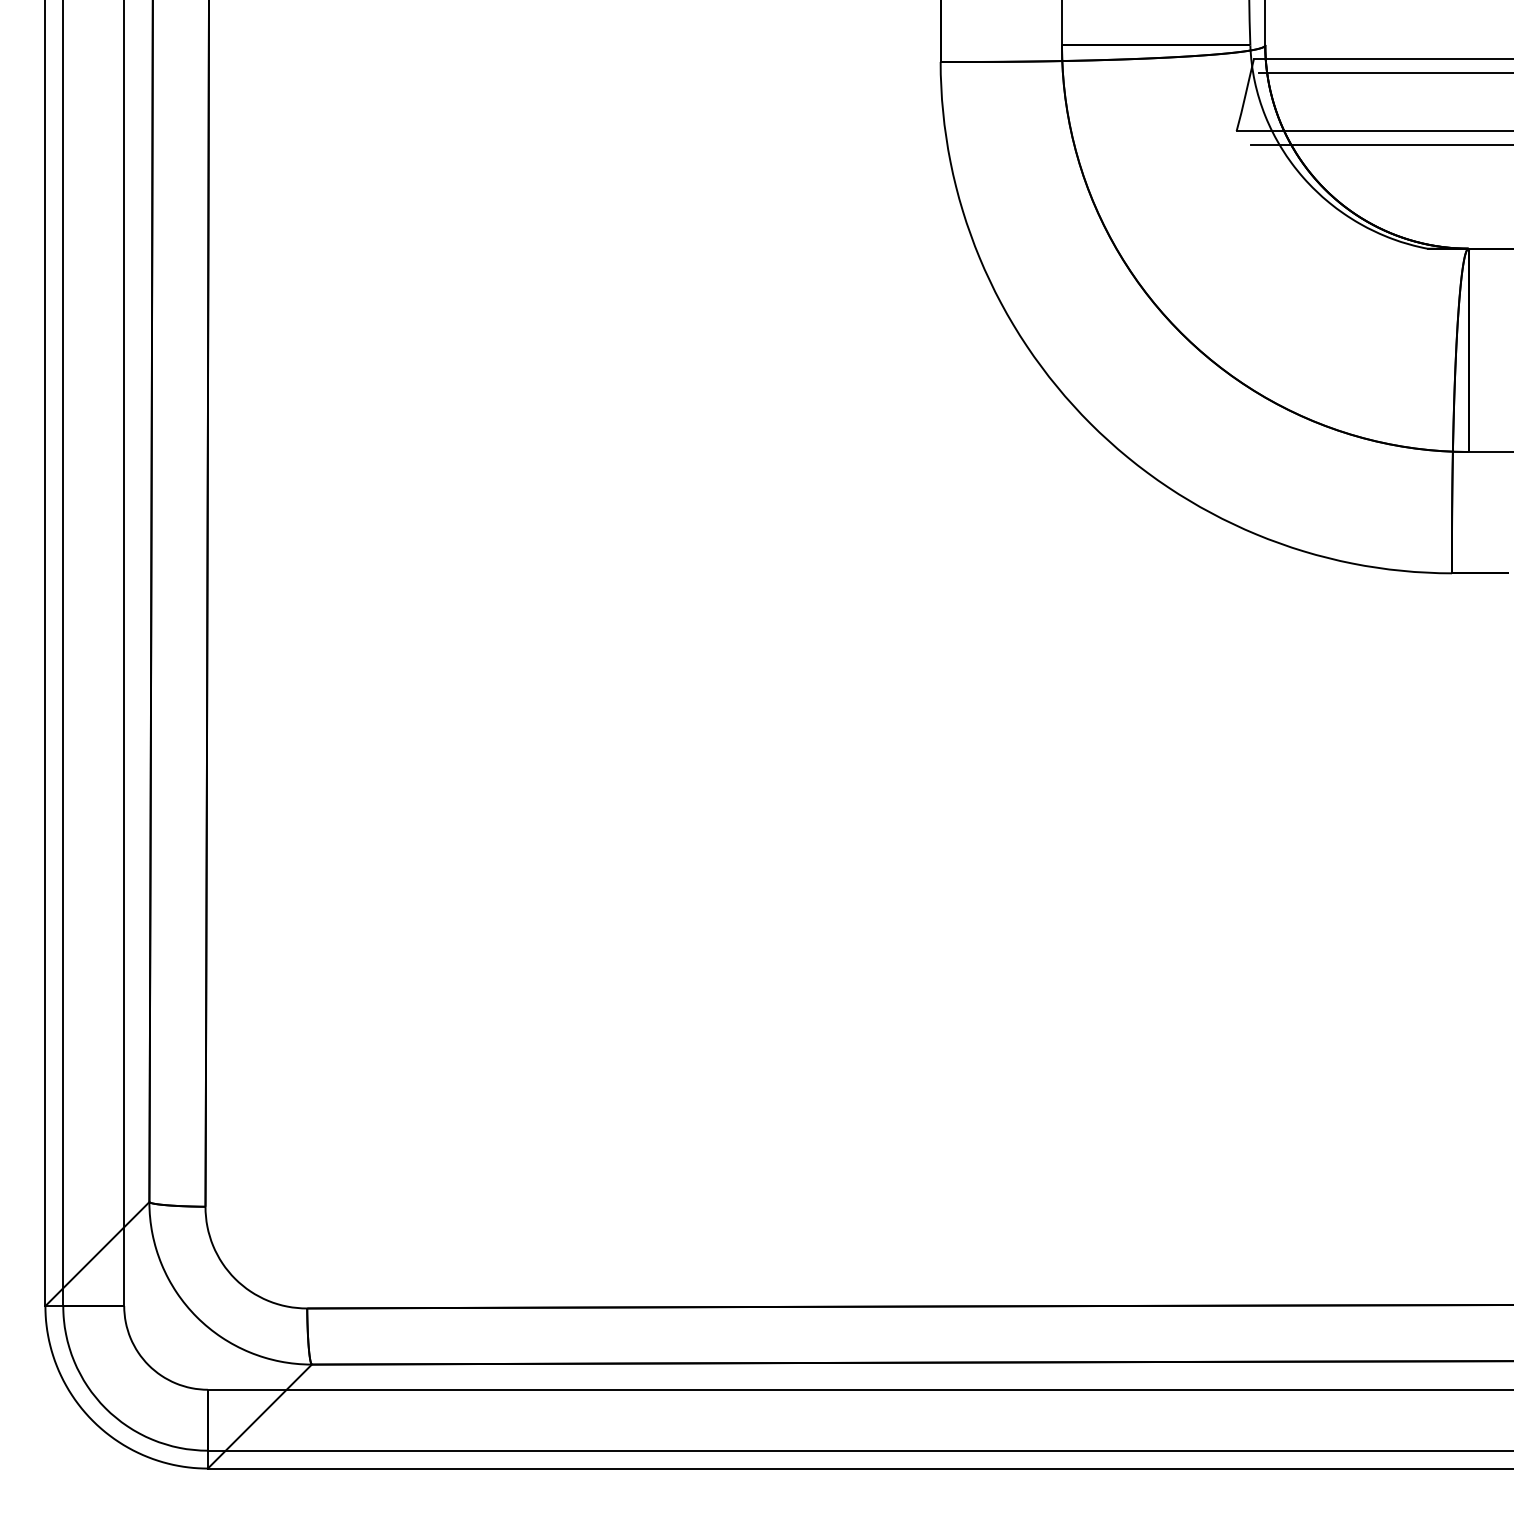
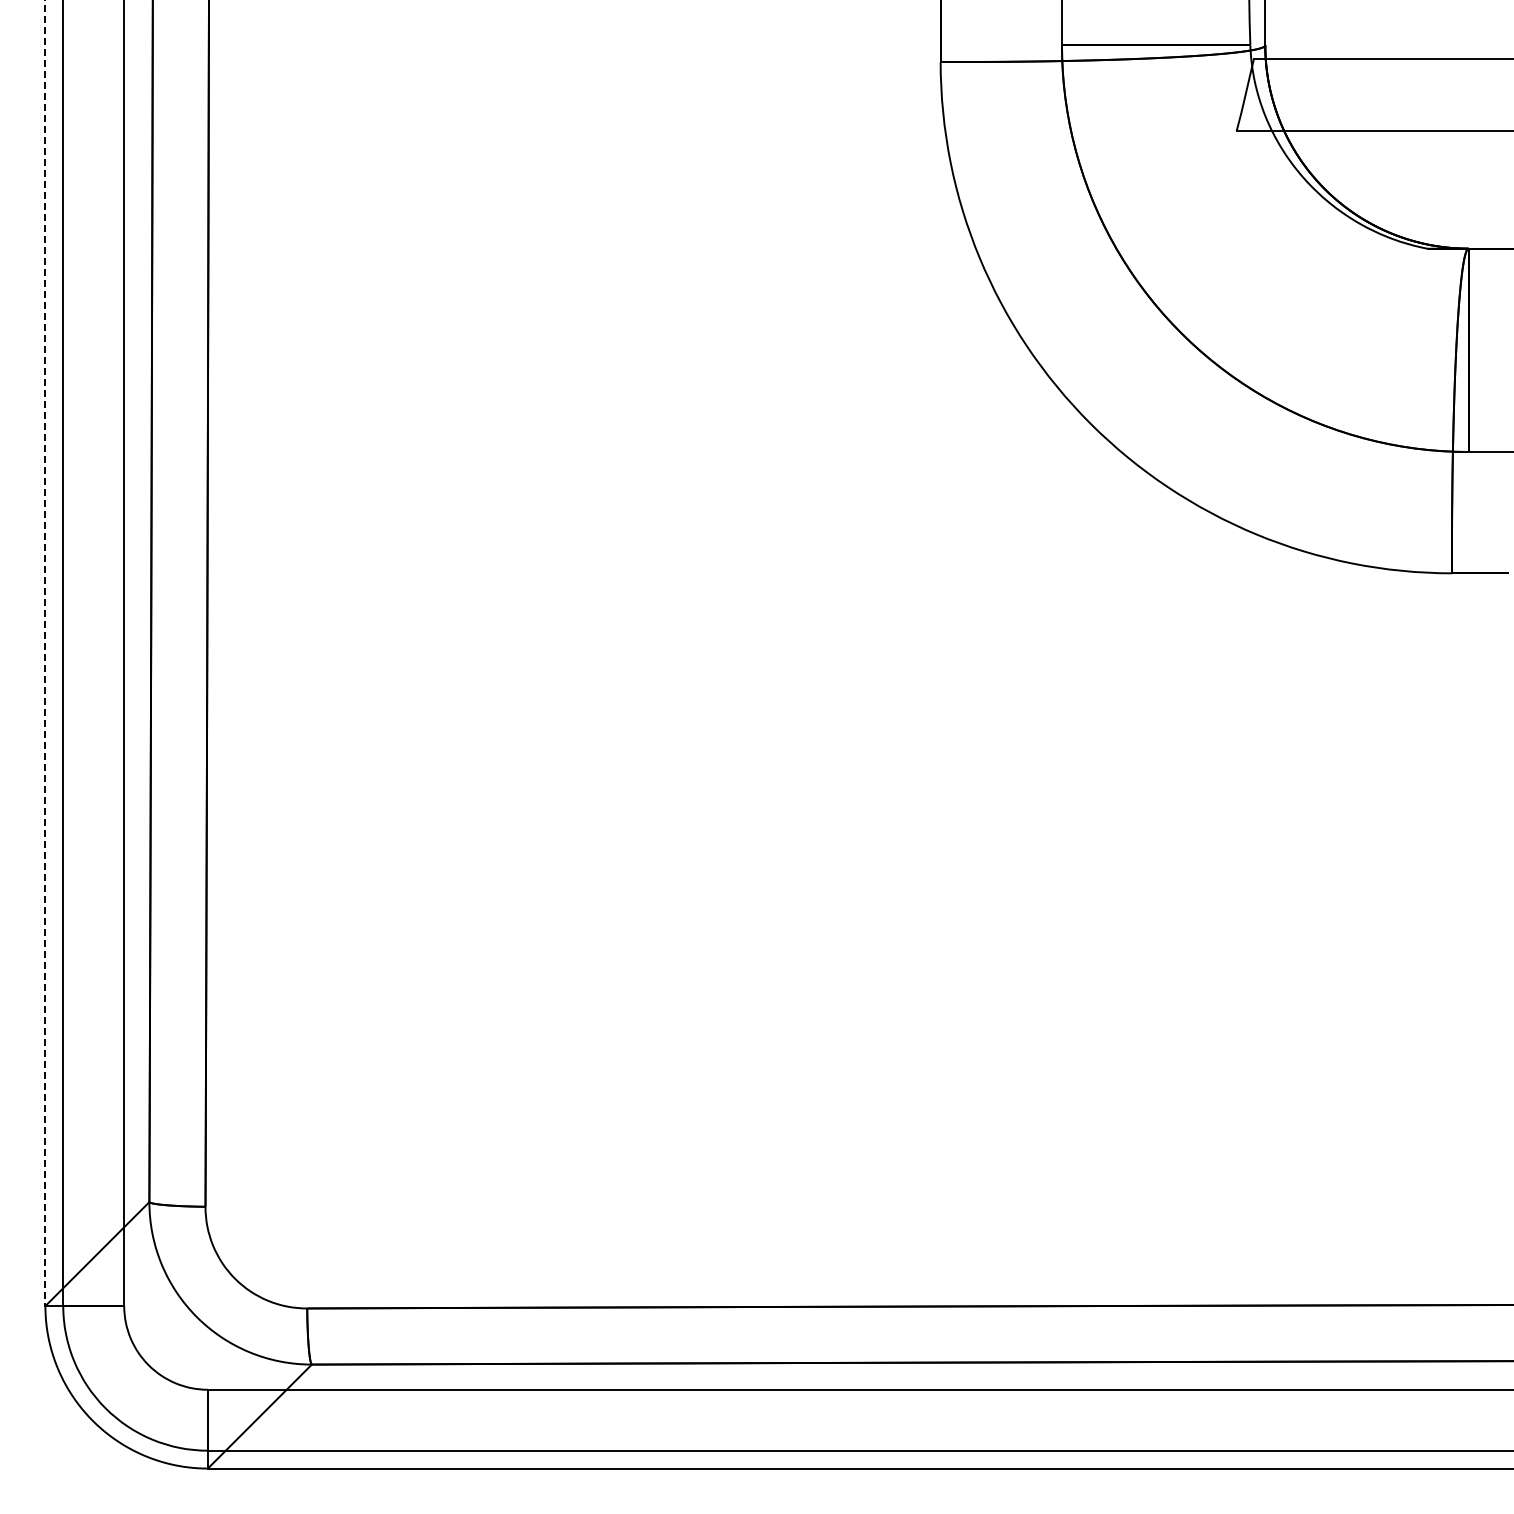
line at (1384, 72): present -> none
line at (1380, 145): present -> none
line at (45, 653): solid -> dashed
